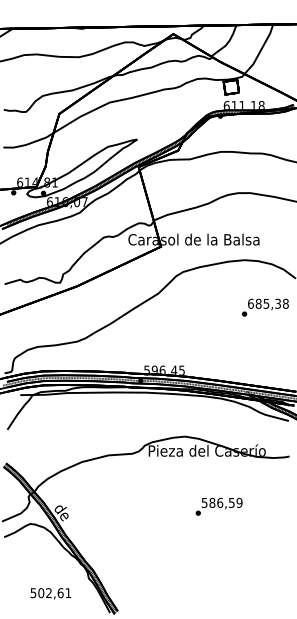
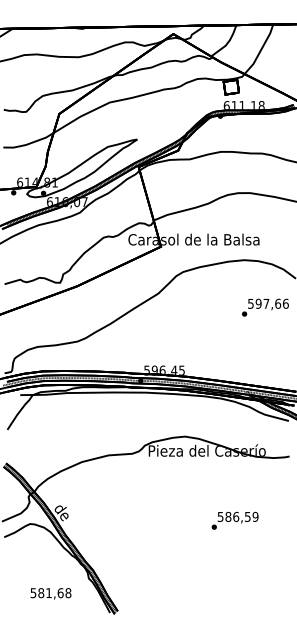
text at (268, 303): 685,38 -> 597,66
text at (218, 506) position: (218, 506) -> (234, 520)
text at (54, 593): 502,61 -> 581,68
